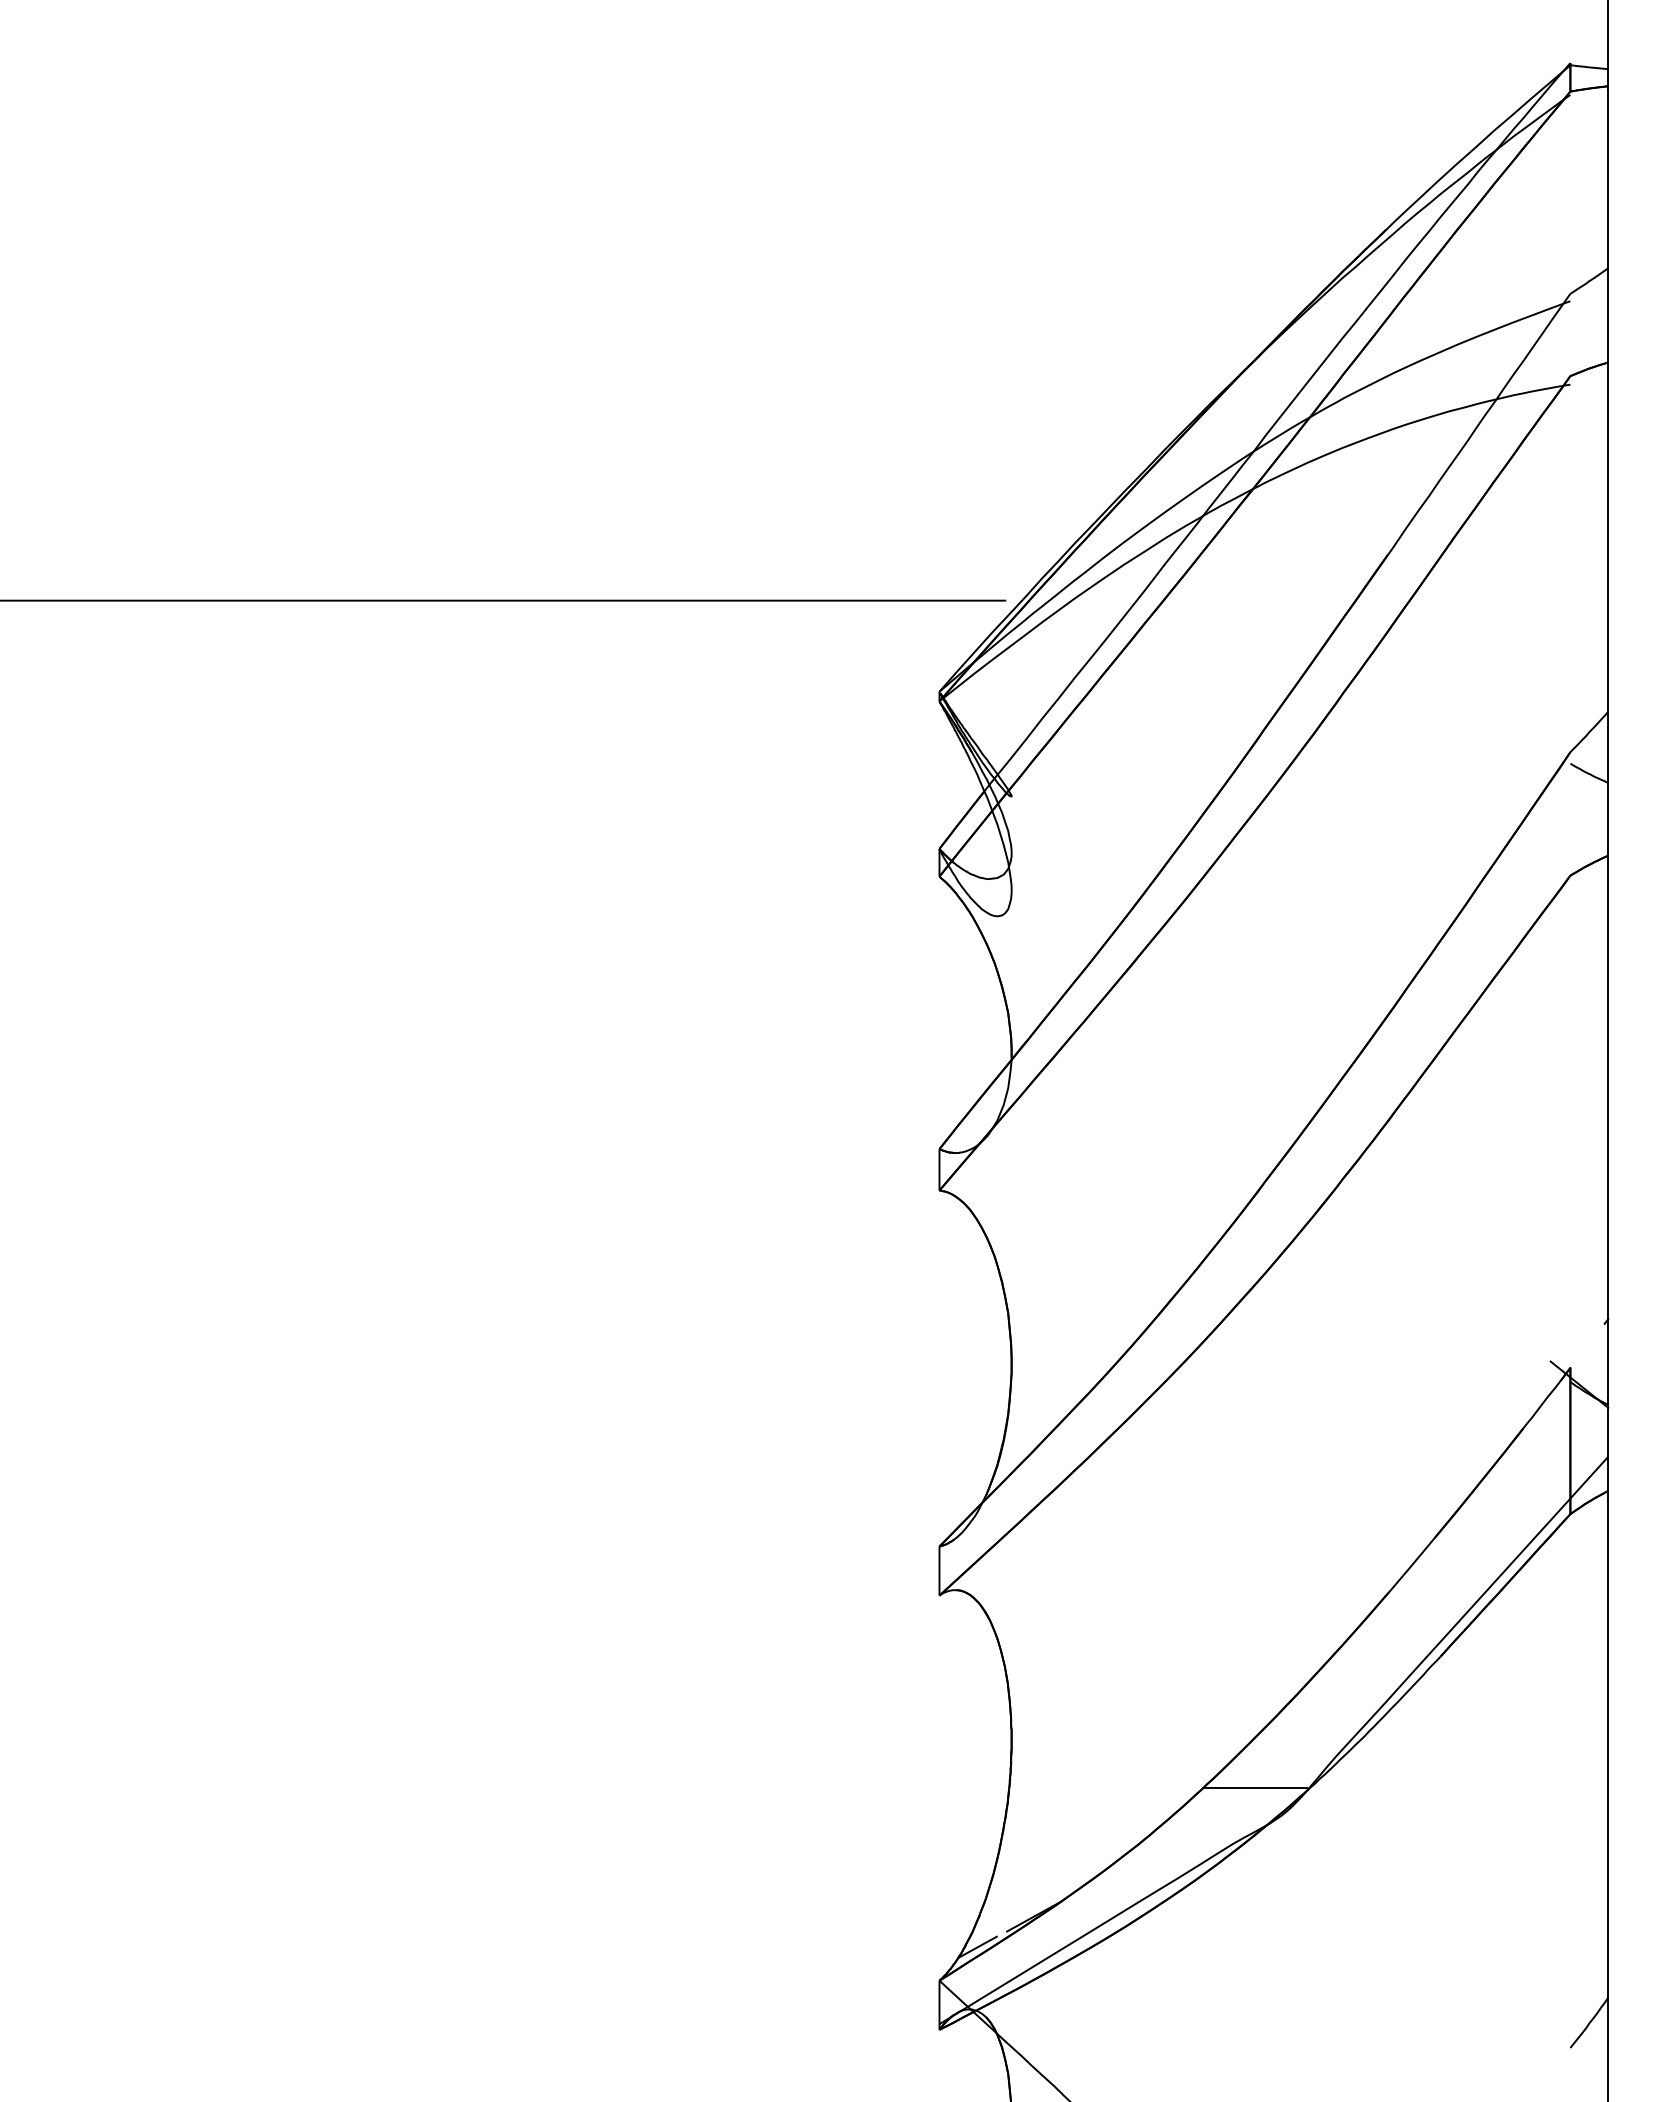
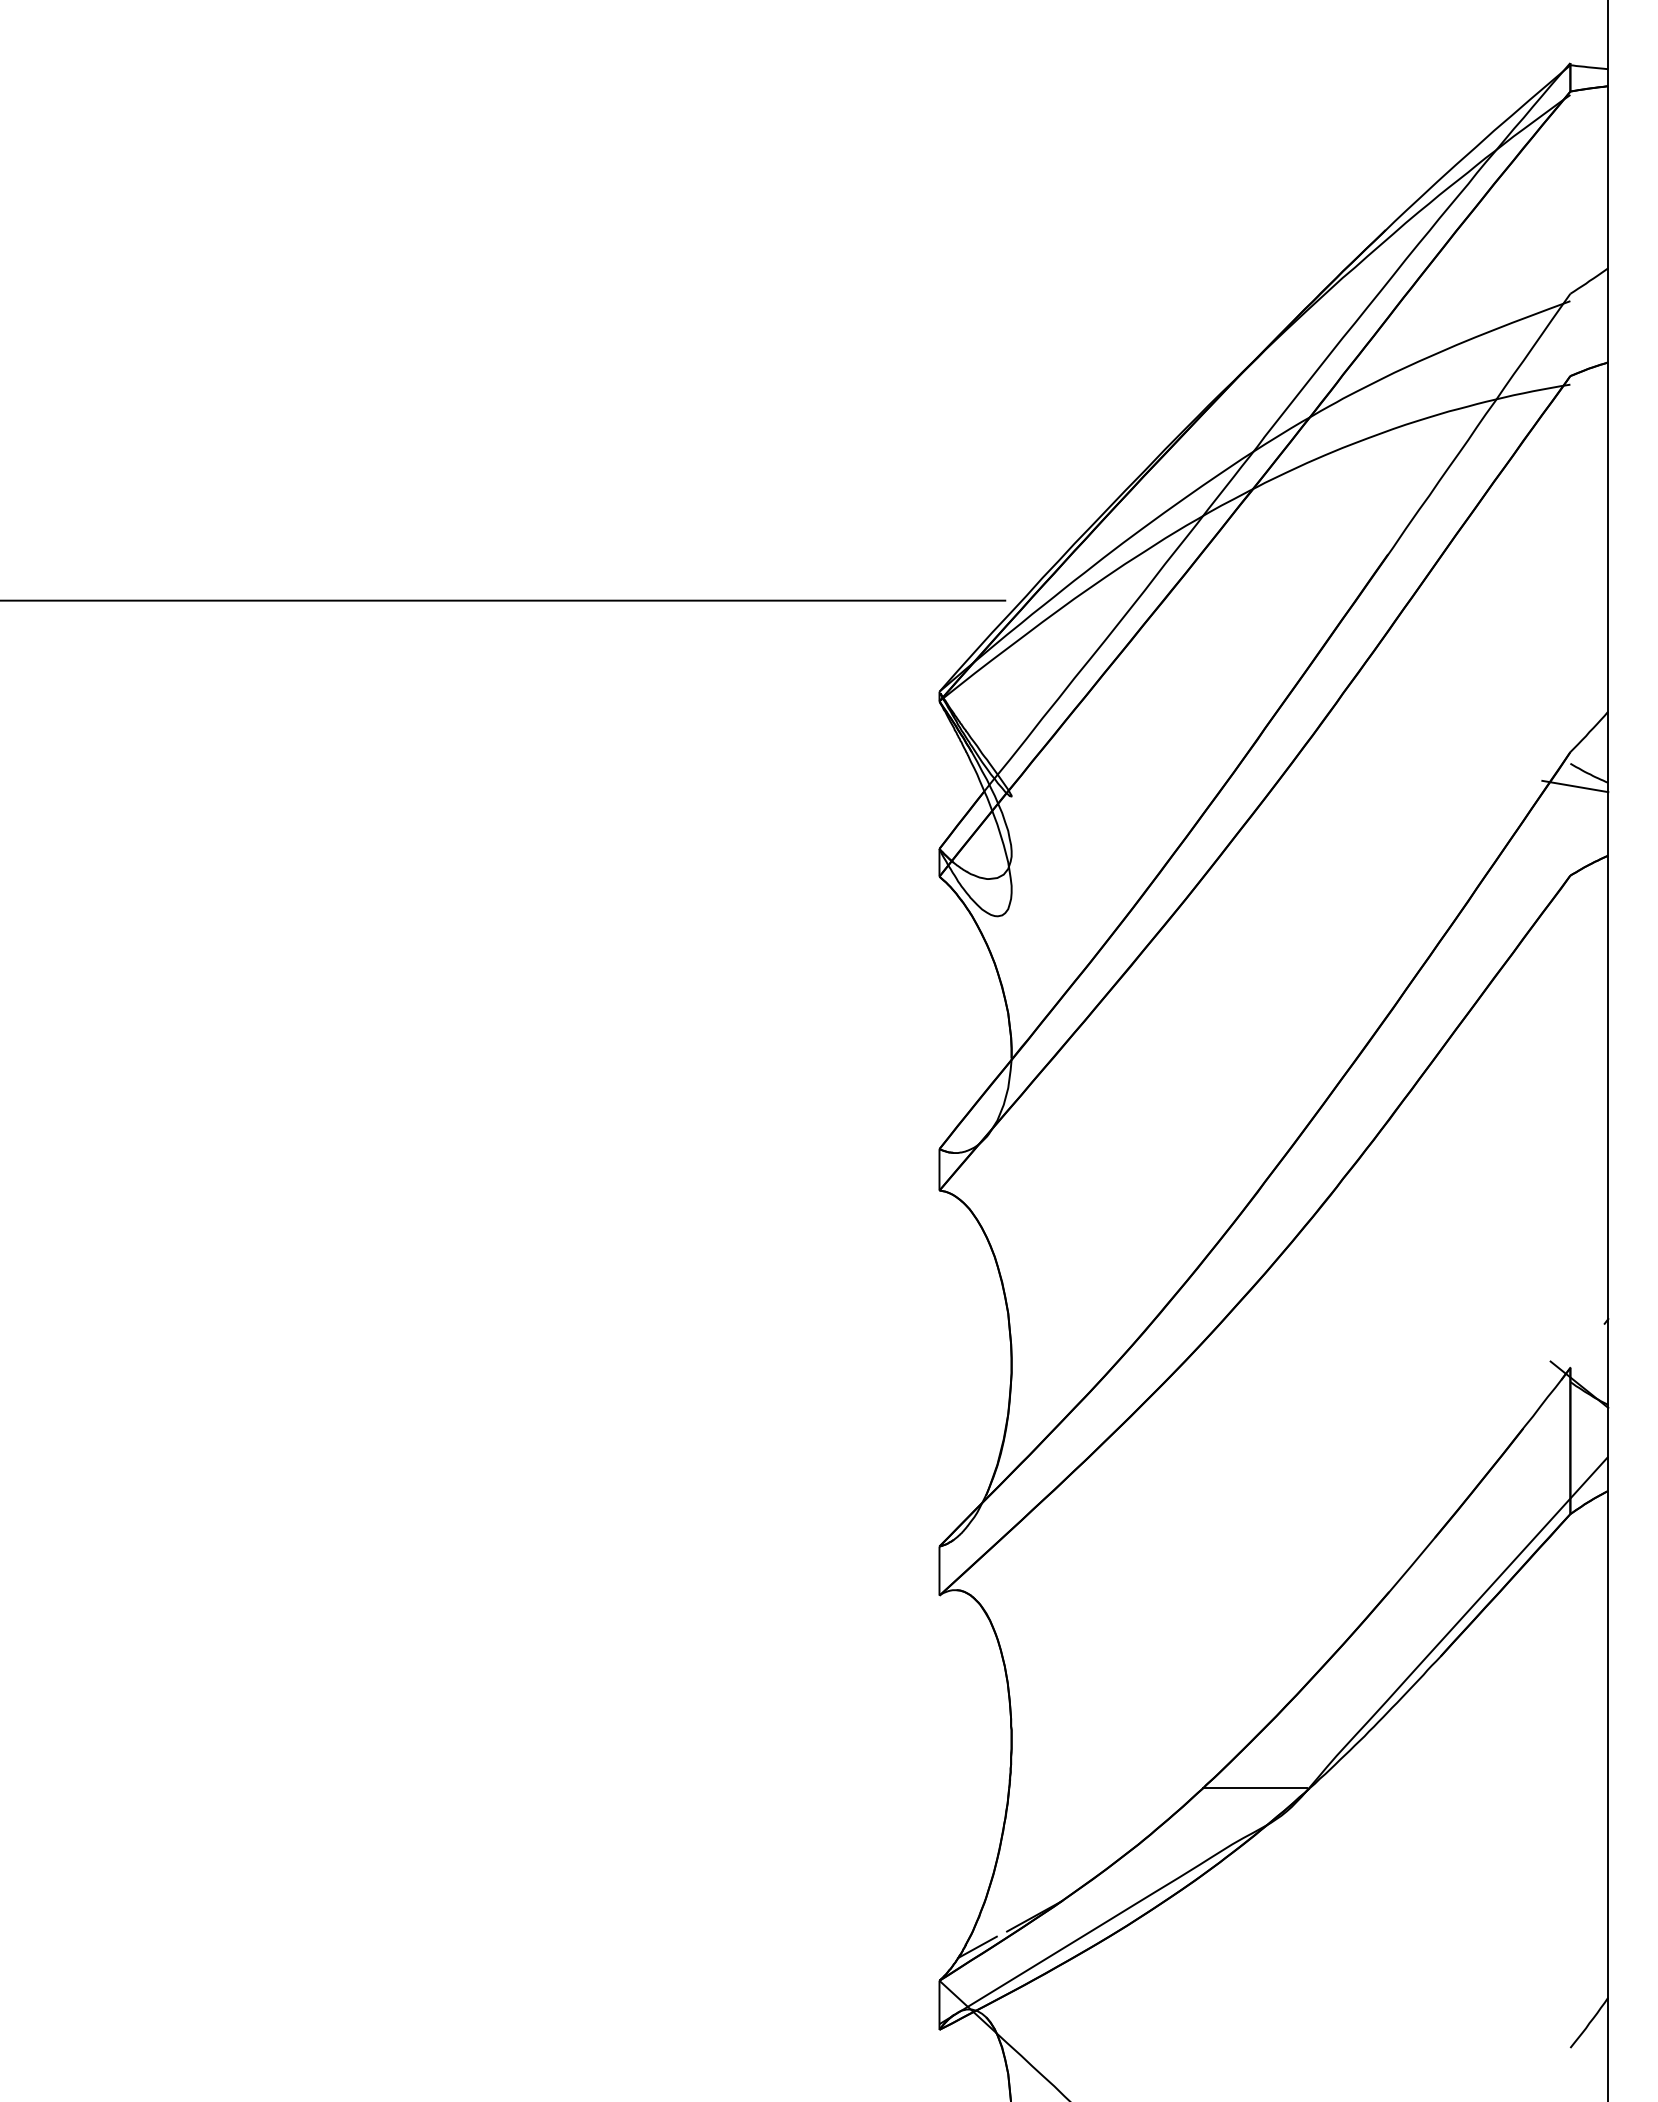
line at (1575, 786): none -> present
